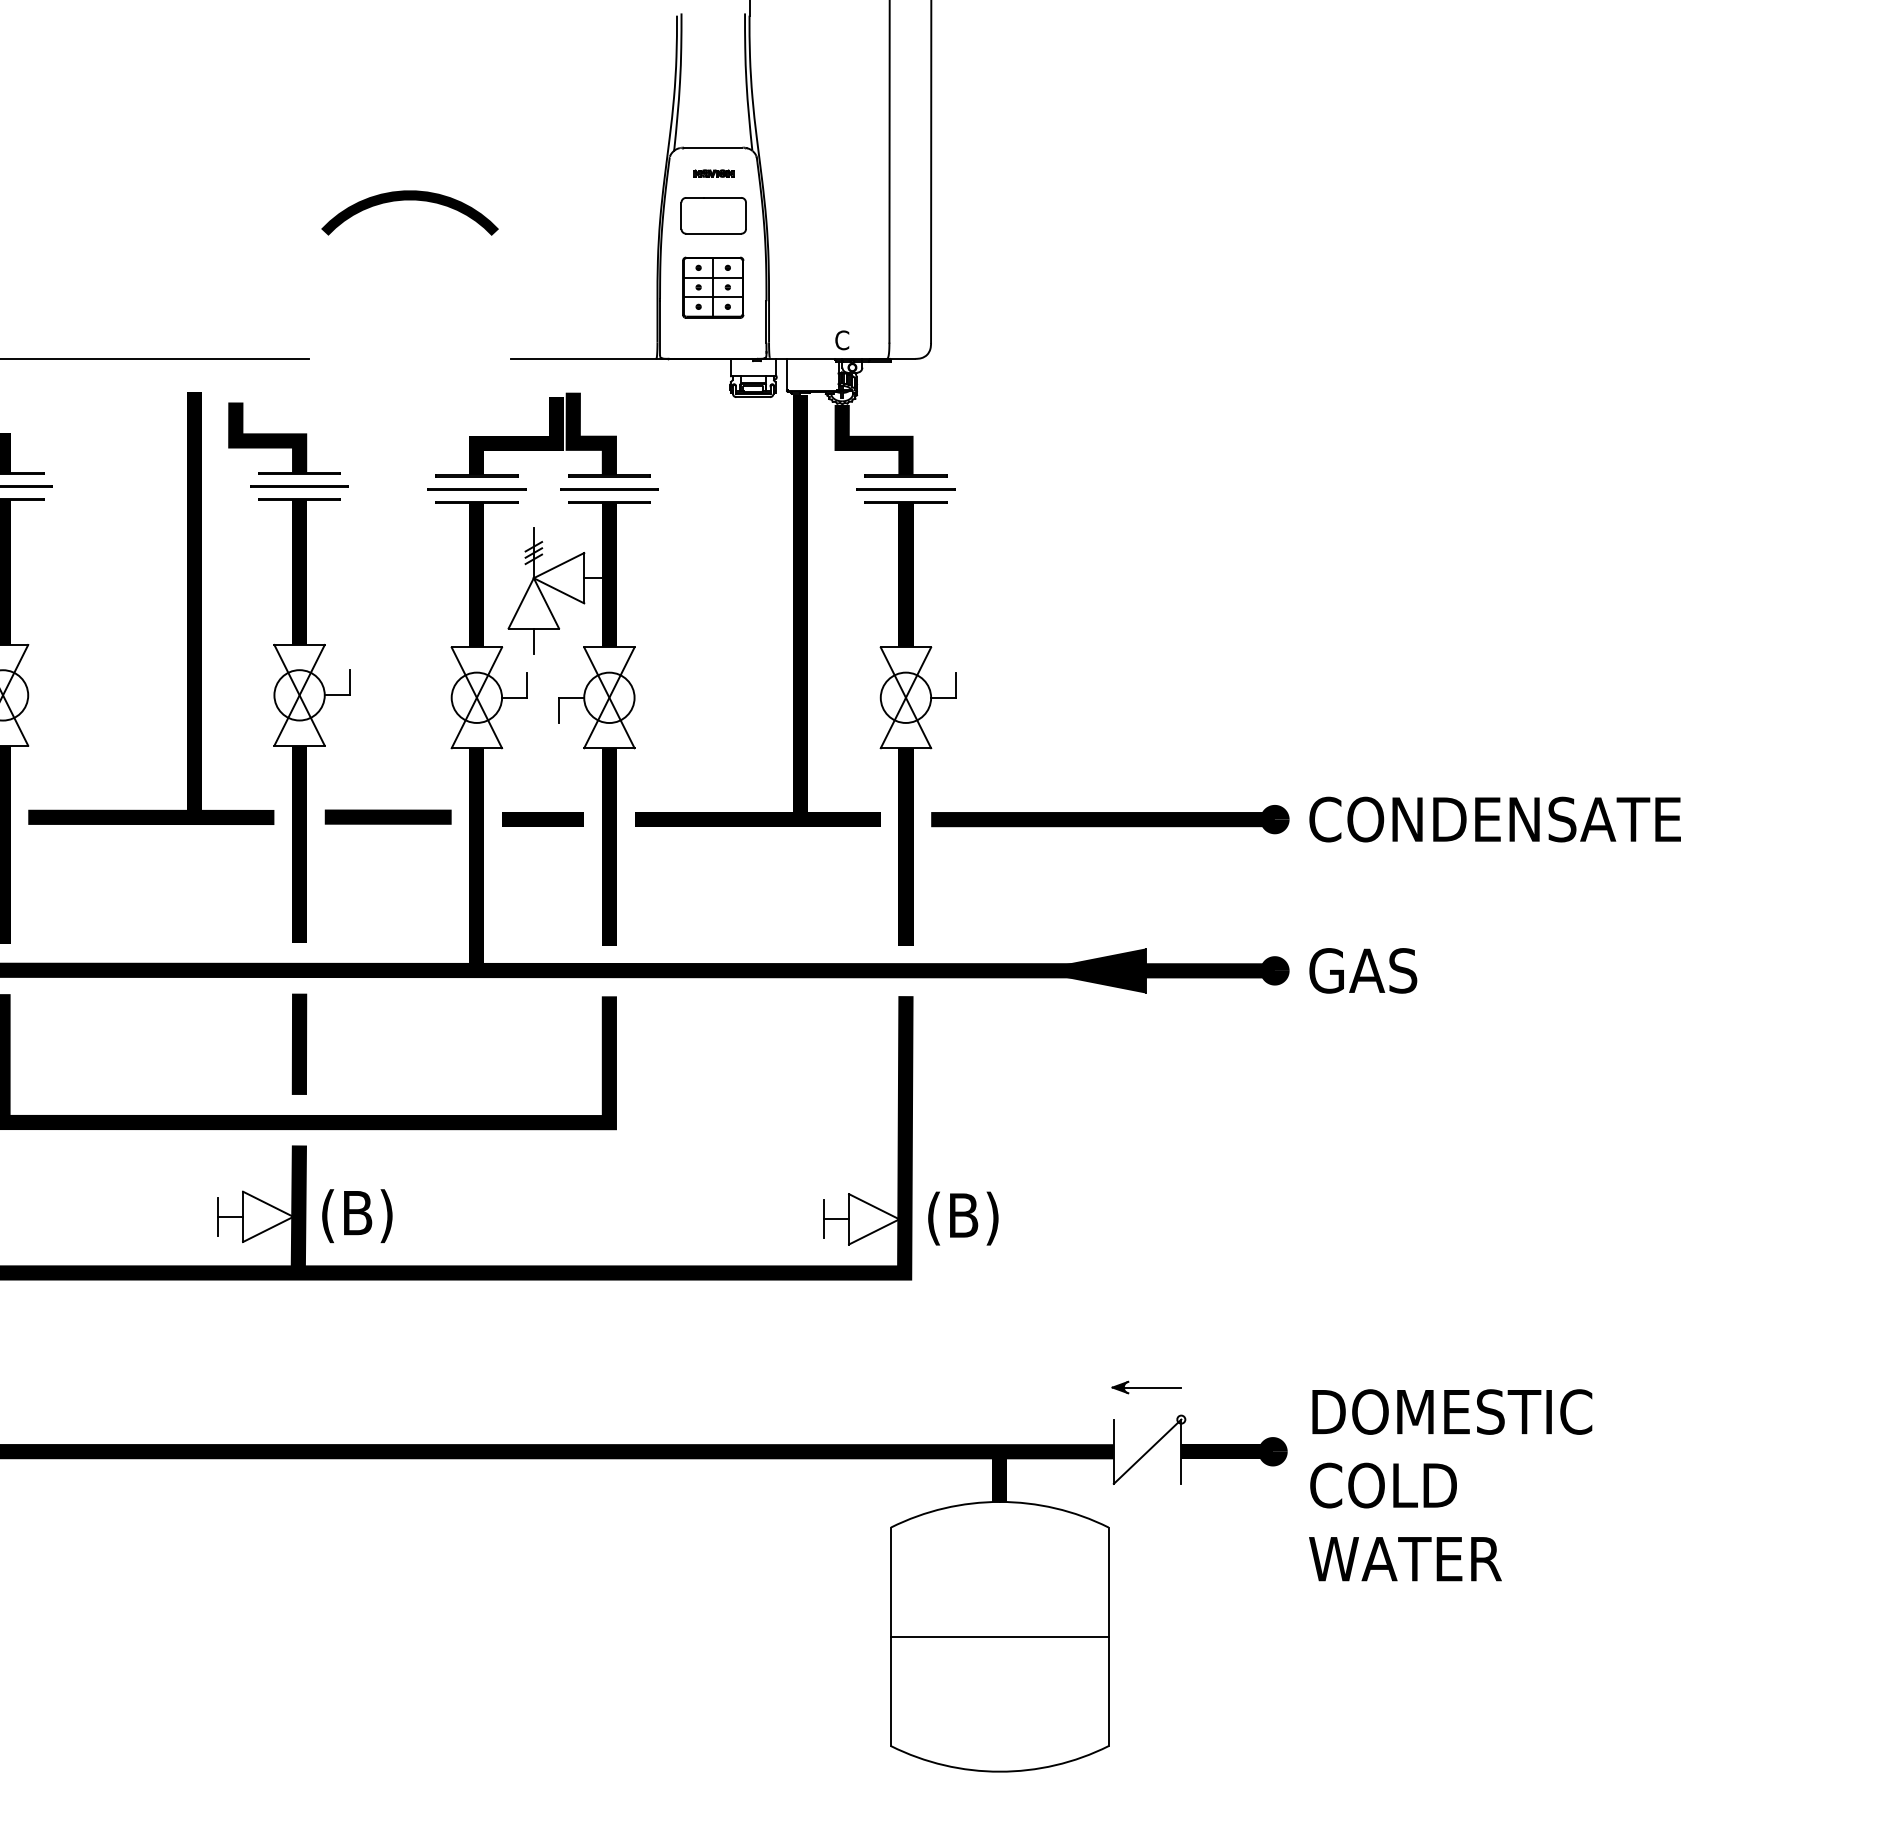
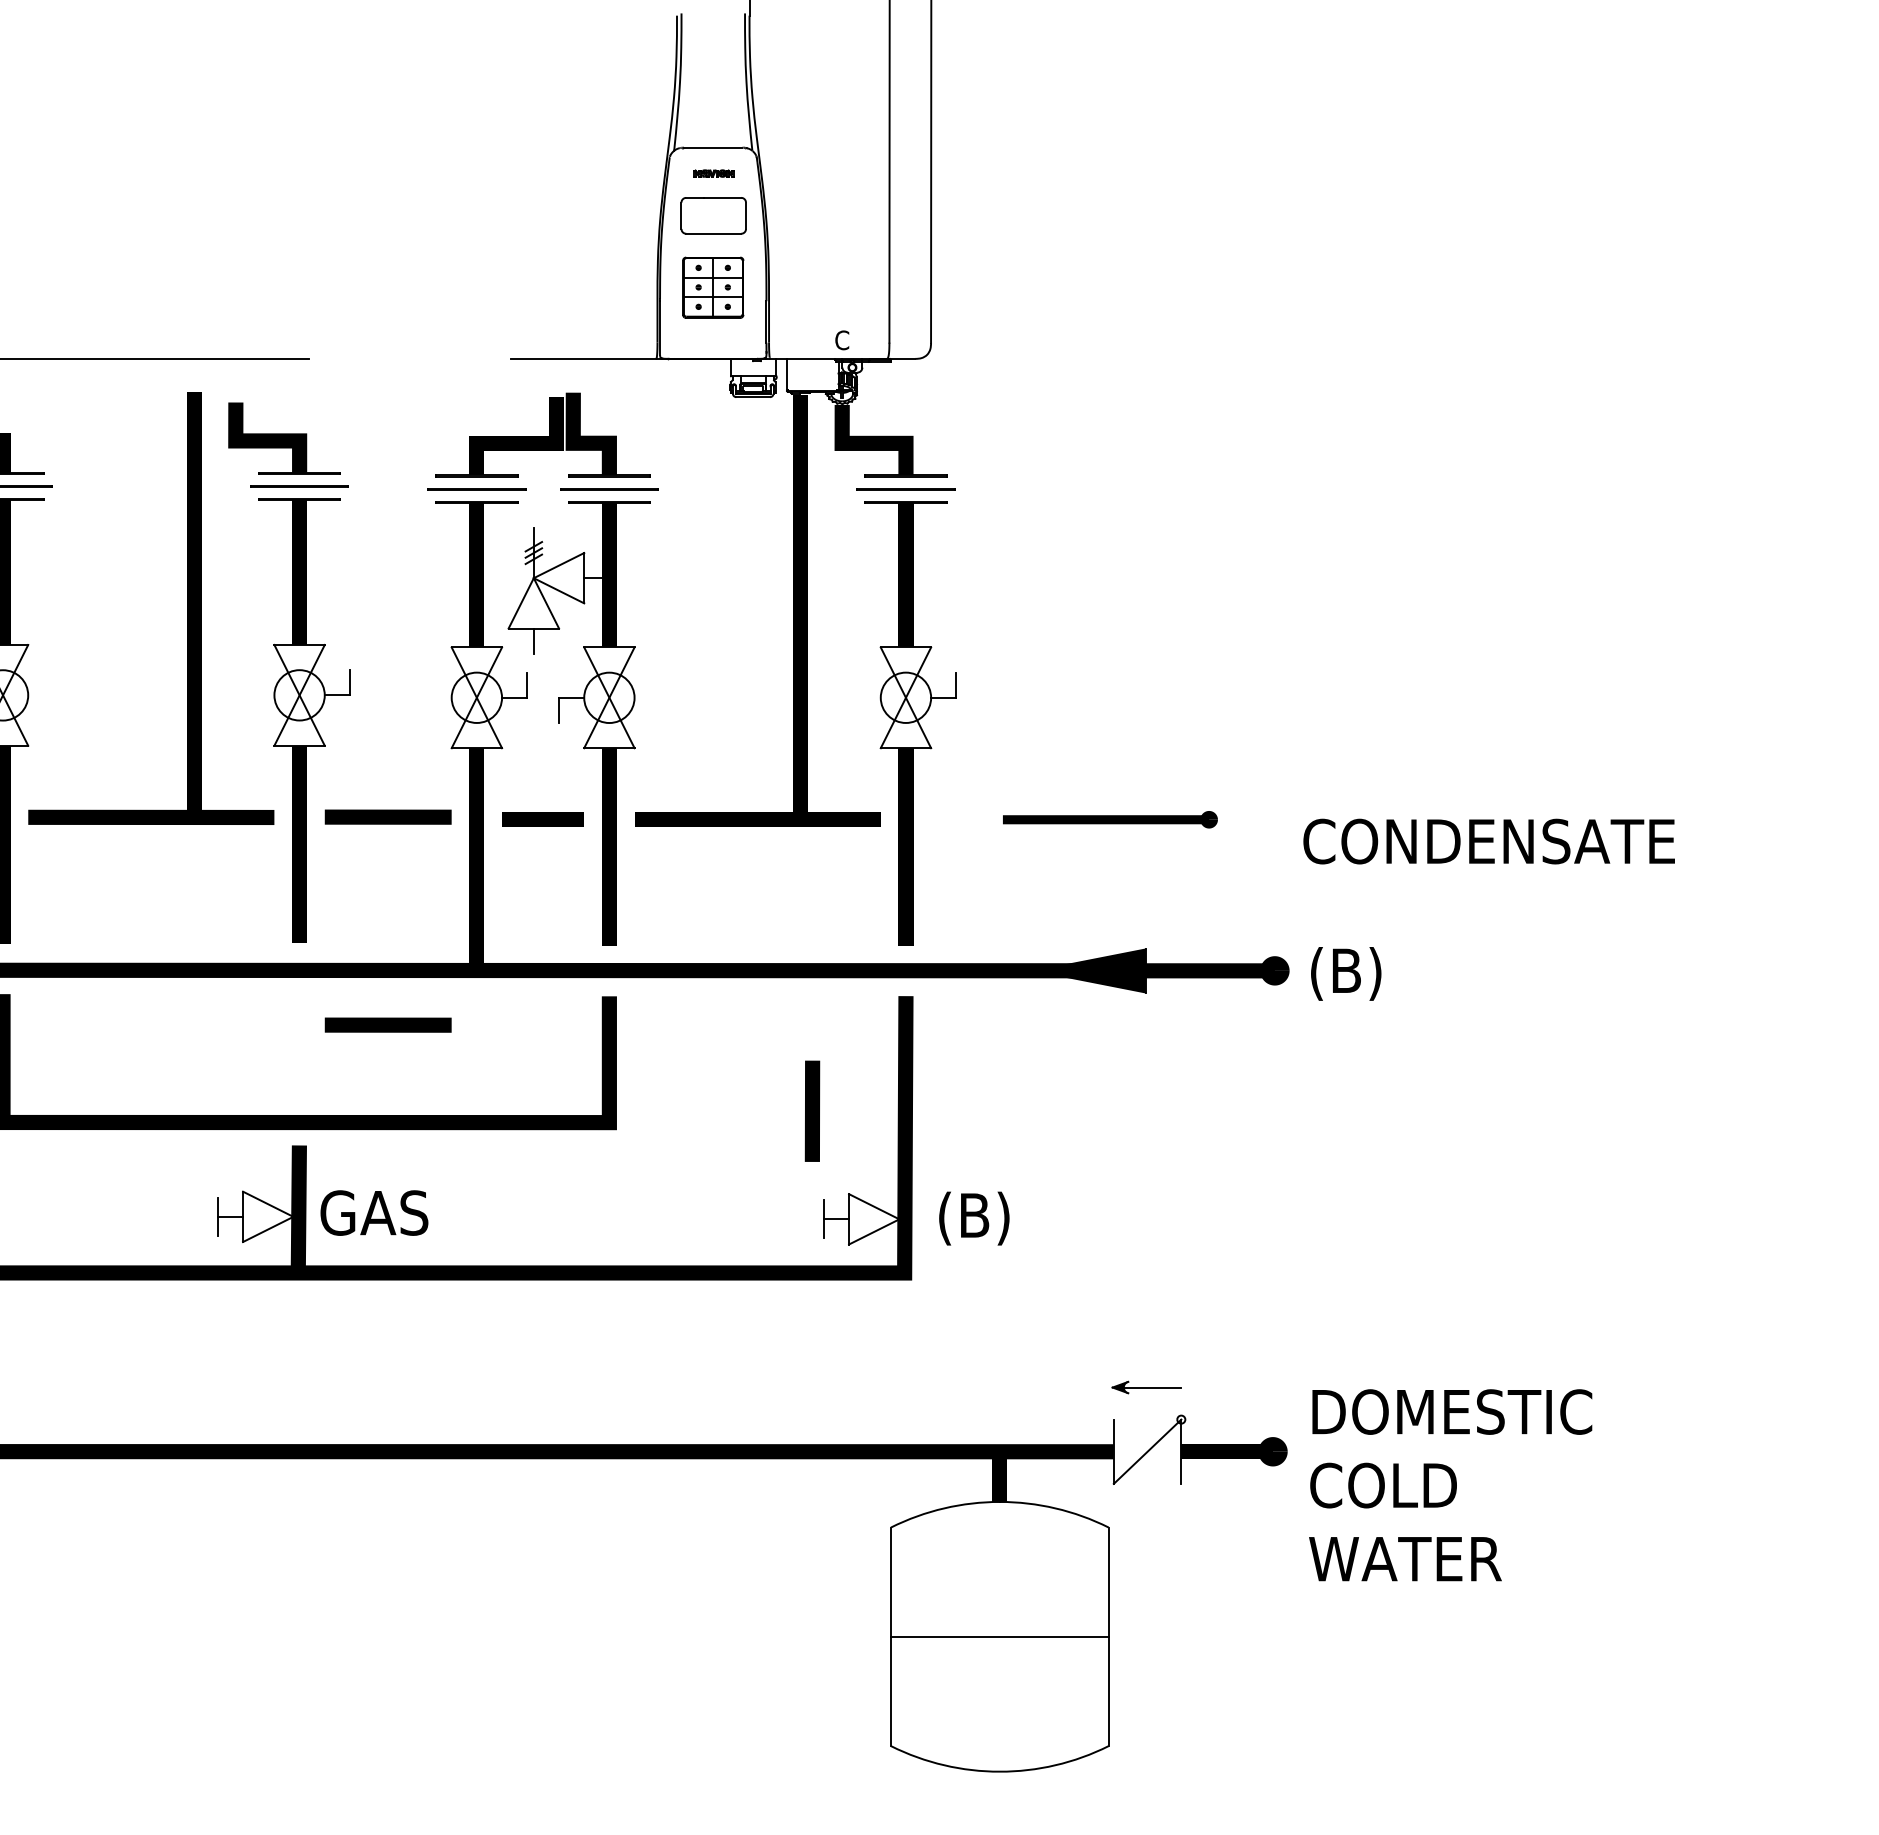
curve at (409, 200): present -> none
part at (1110, 819) size: 359x30 px -> 215x18 px
text at (1494, 819) position: (1494, 819) -> (1488, 841)
text at (1363, 973): GAS -> (B)
line at (387, 1024): none -> present
line at (299, 1043) position: (299, 1043) -> (812, 1110)
text at (374, 1216): (B) -> GAS
text at (963, 1218) position: (963, 1218) -> (974, 1218)
